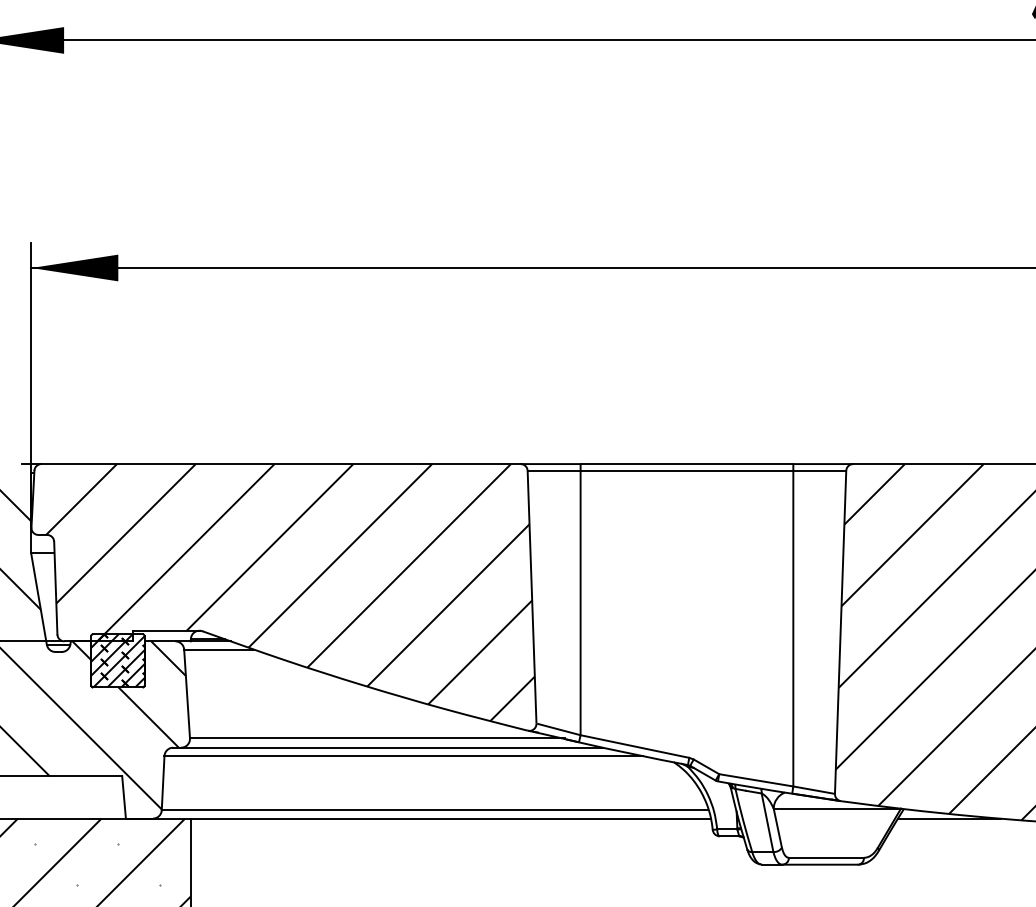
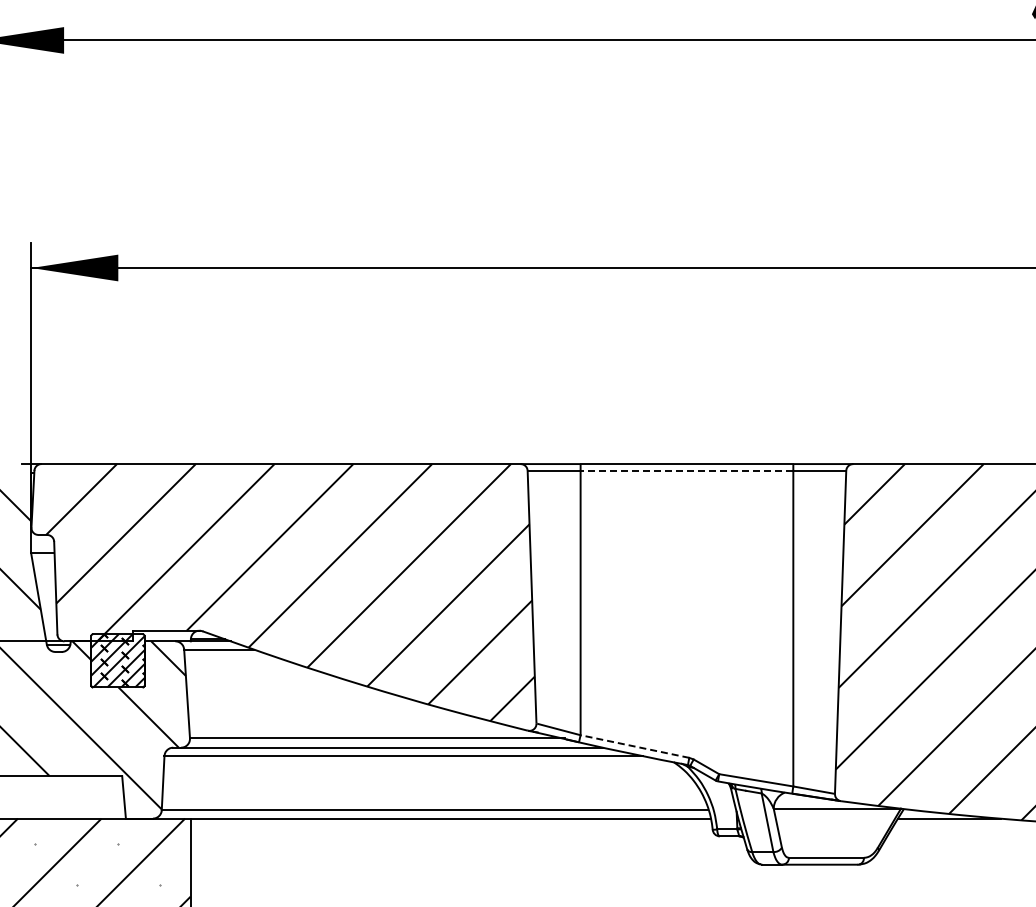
line at (686, 470): solid -> dashed
line at (634, 746): solid -> dashed
